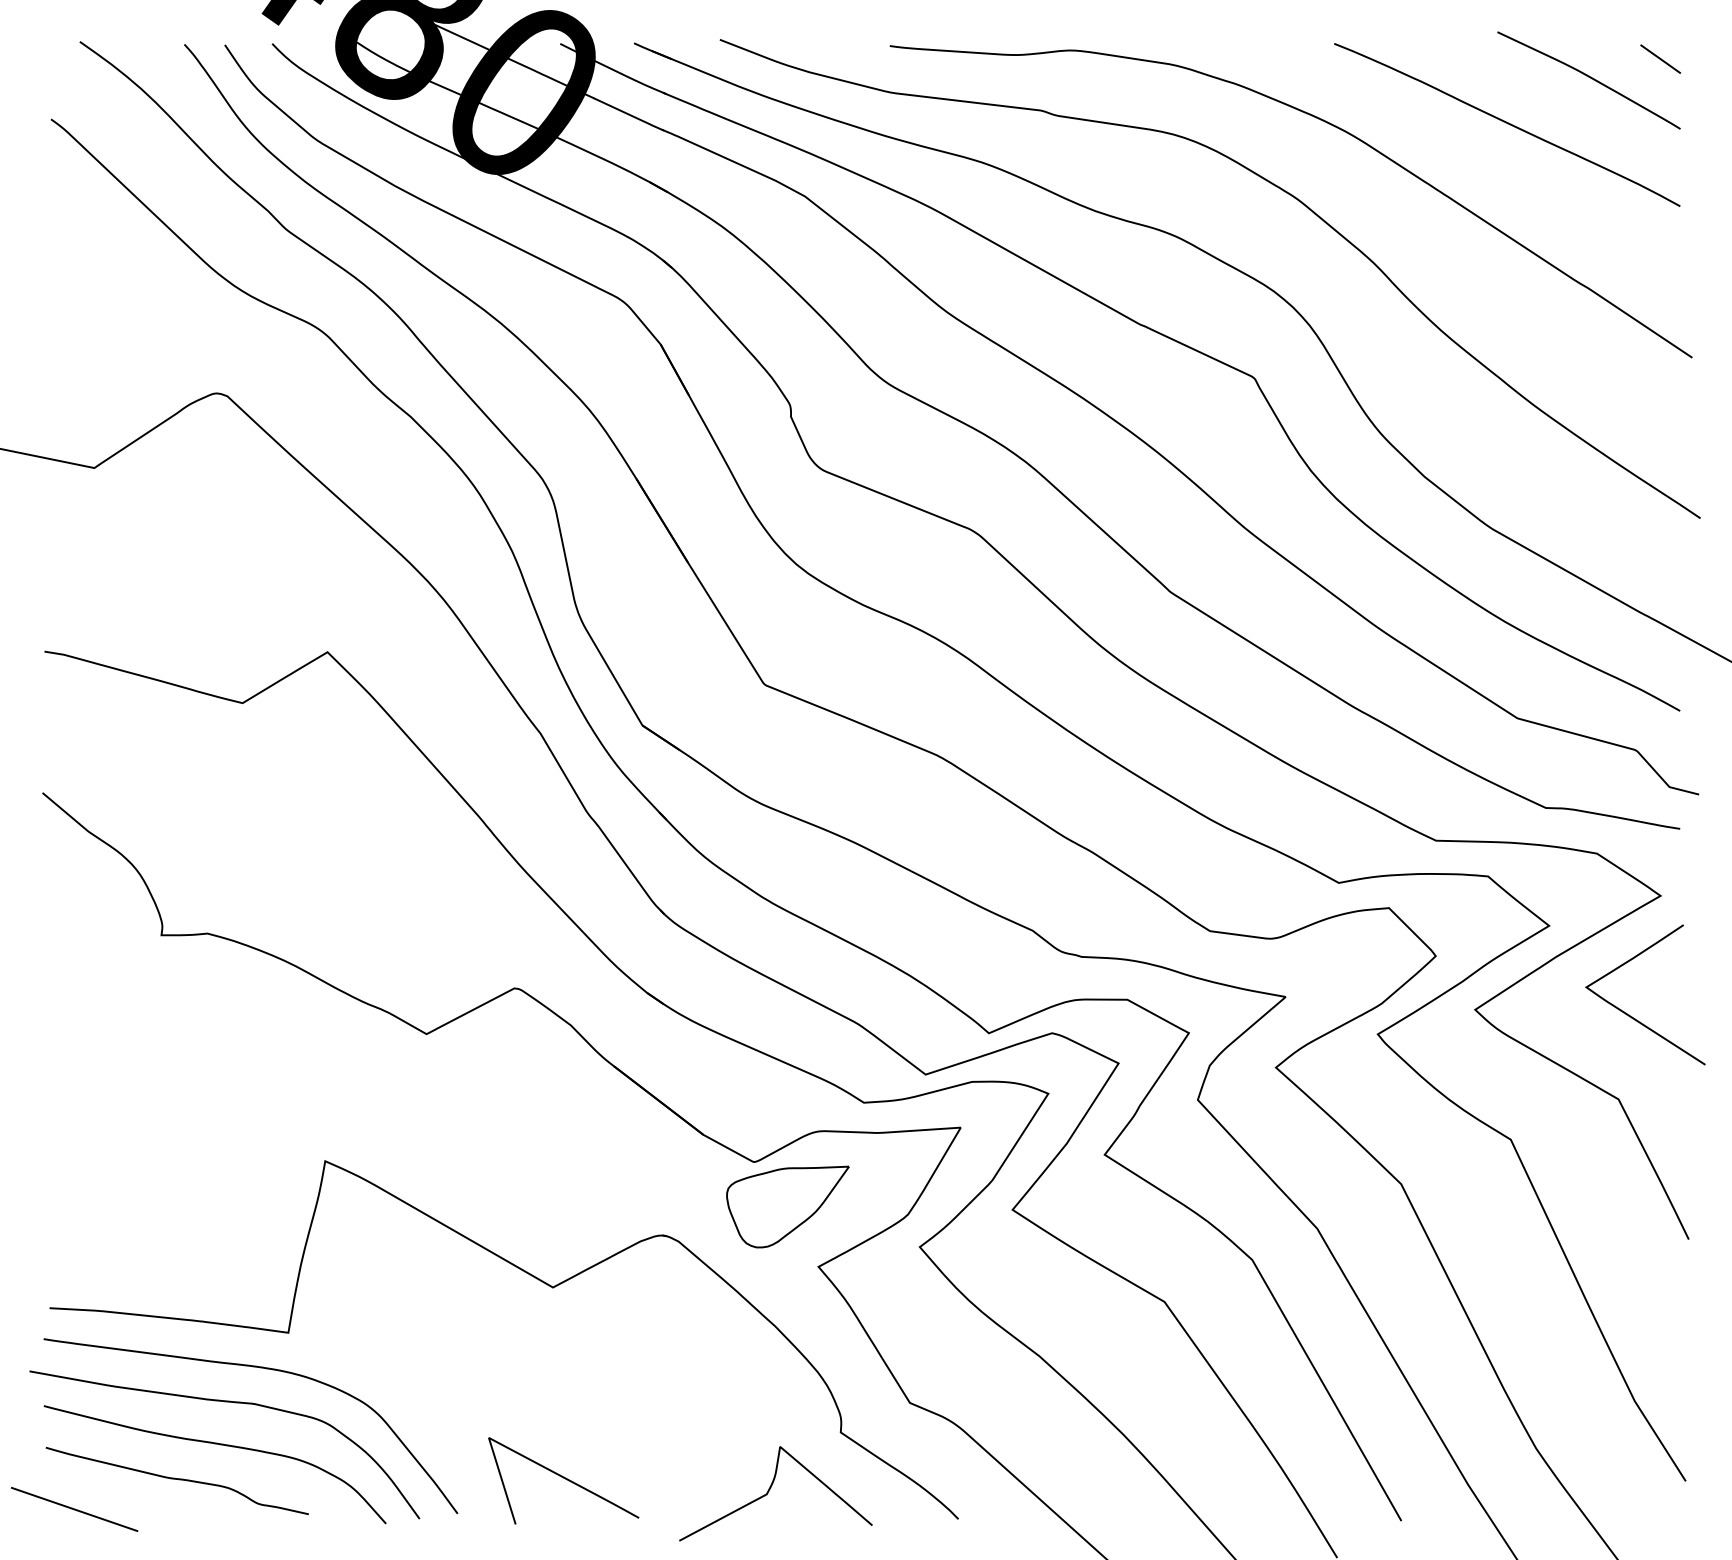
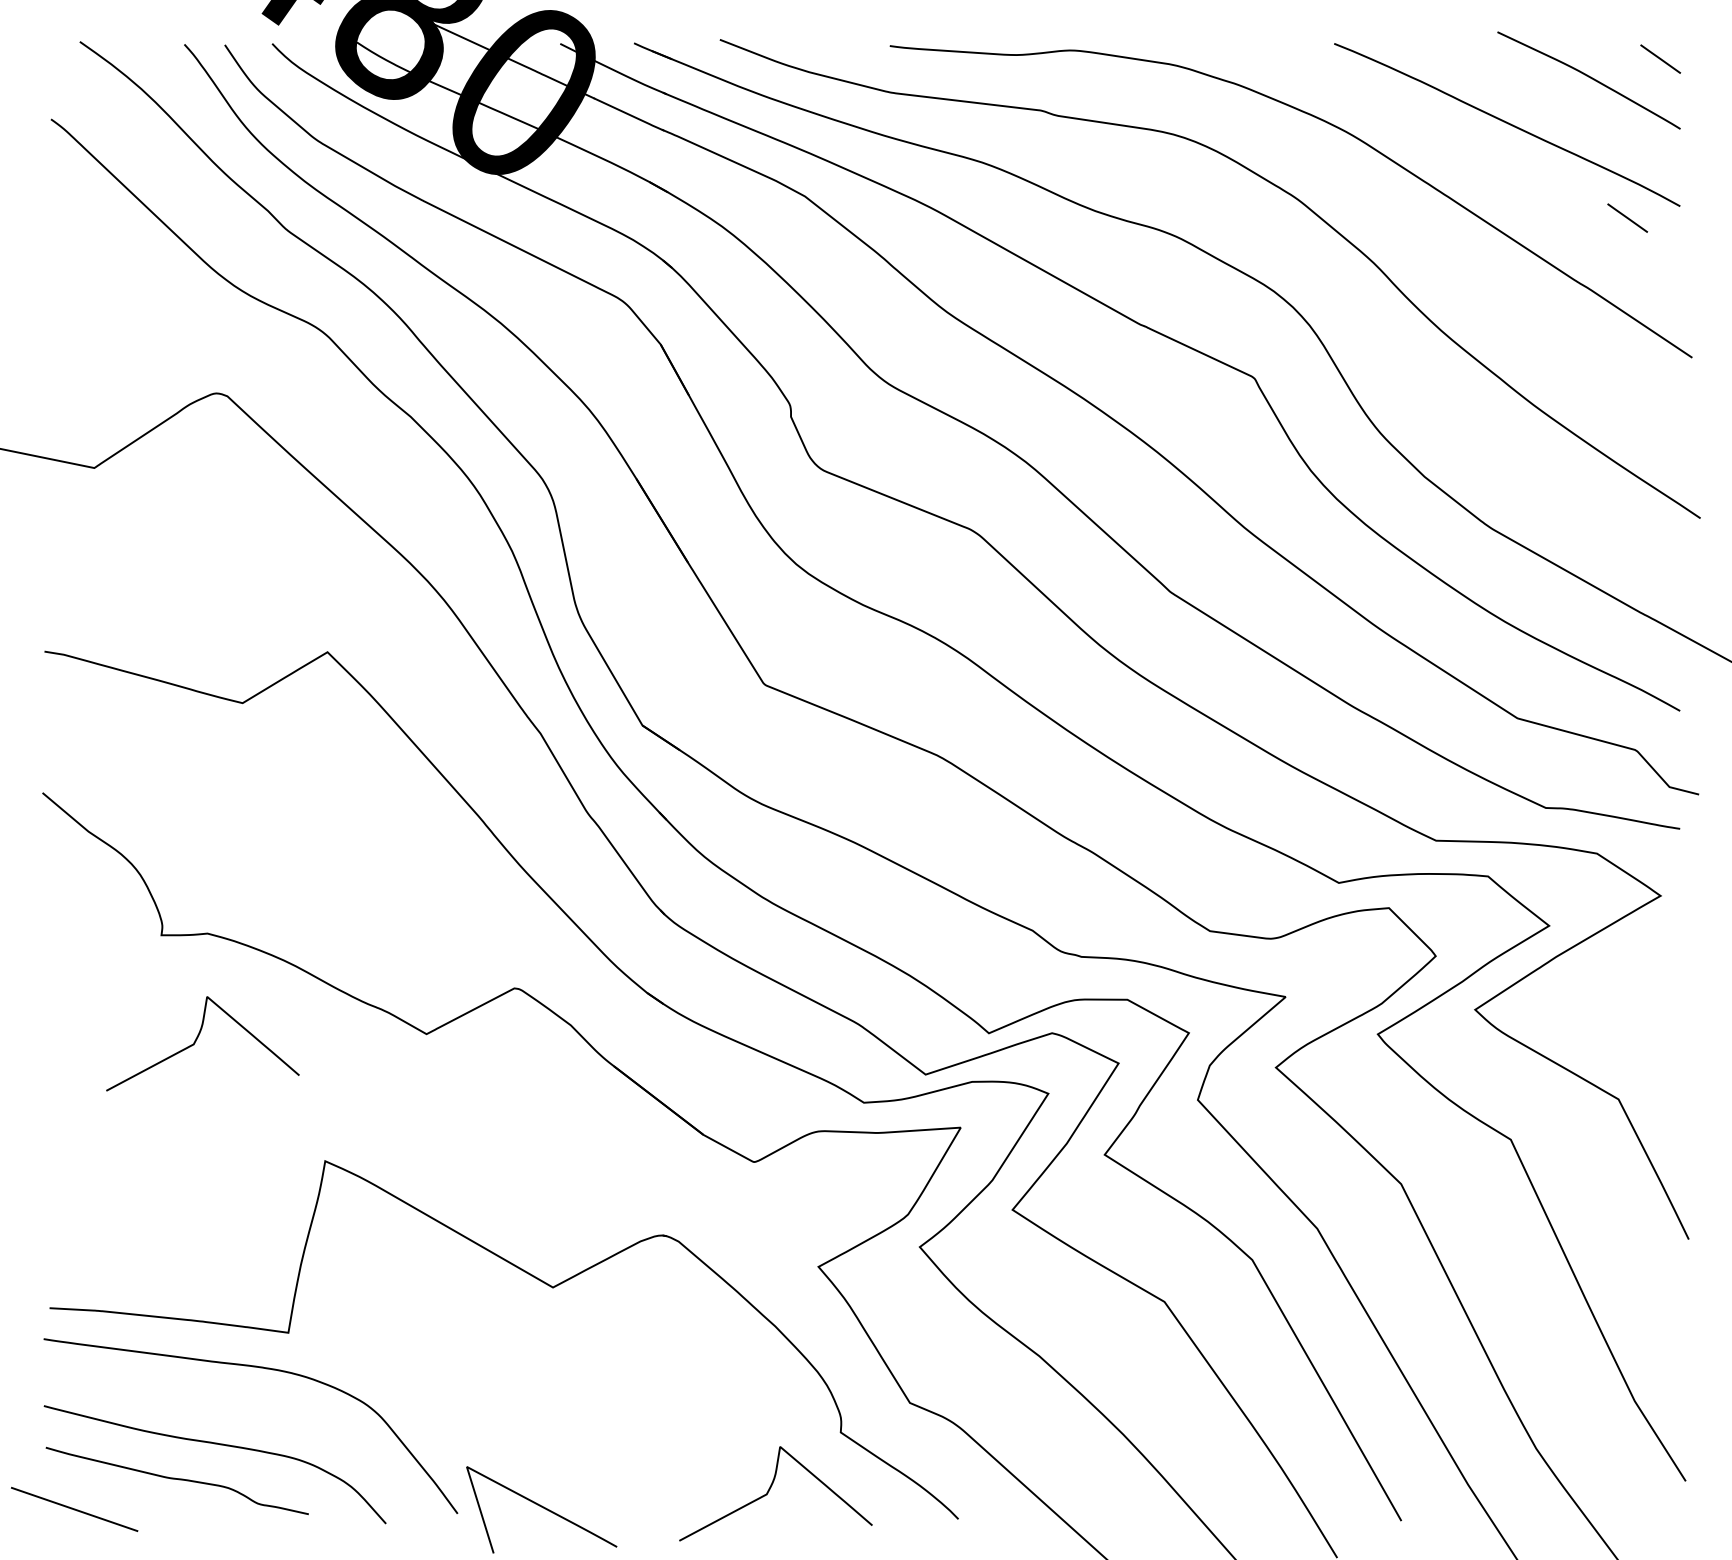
line at (1627, 217): none -> present
curve at (1632, 1016): present -> none
curve at (196, 1041): none -> present
part at (787, 1206): present -> none
curve at (224, 1402): present -> none
curve at (563, 1478) position: (563, 1478) -> (541, 1507)
